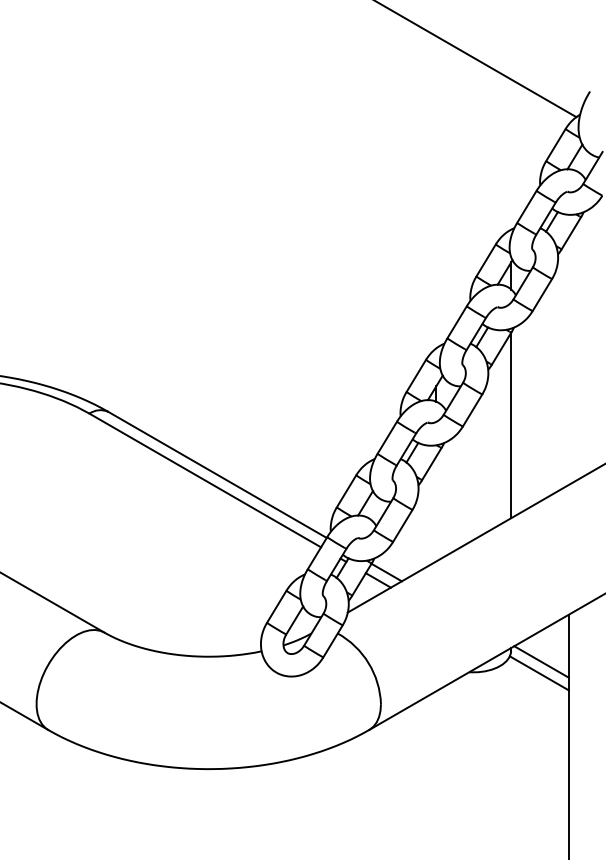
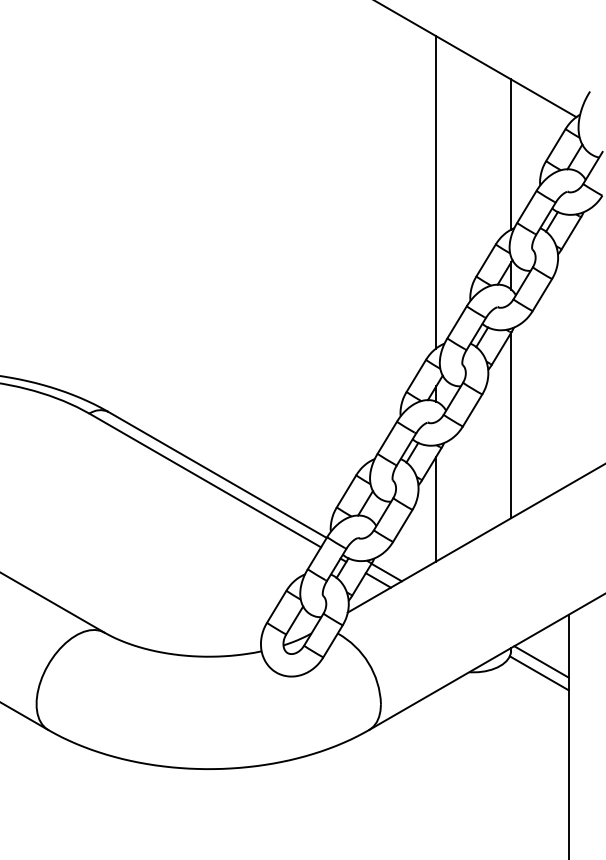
line at (511, 154): none -> present
line at (436, 192): none -> present
line at (436, 508): none -> present
